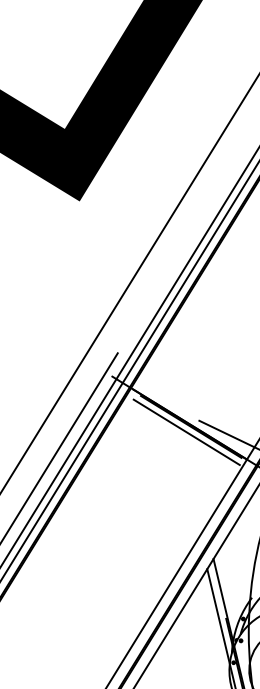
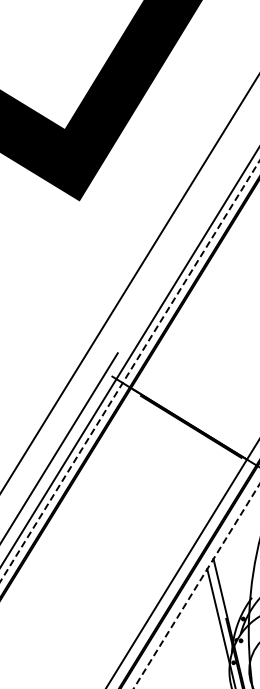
line at (130, 370): solid -> dashed
line at (186, 432): present -> none
line at (227, 434): present -> none
line at (196, 586): solid -> dashed
